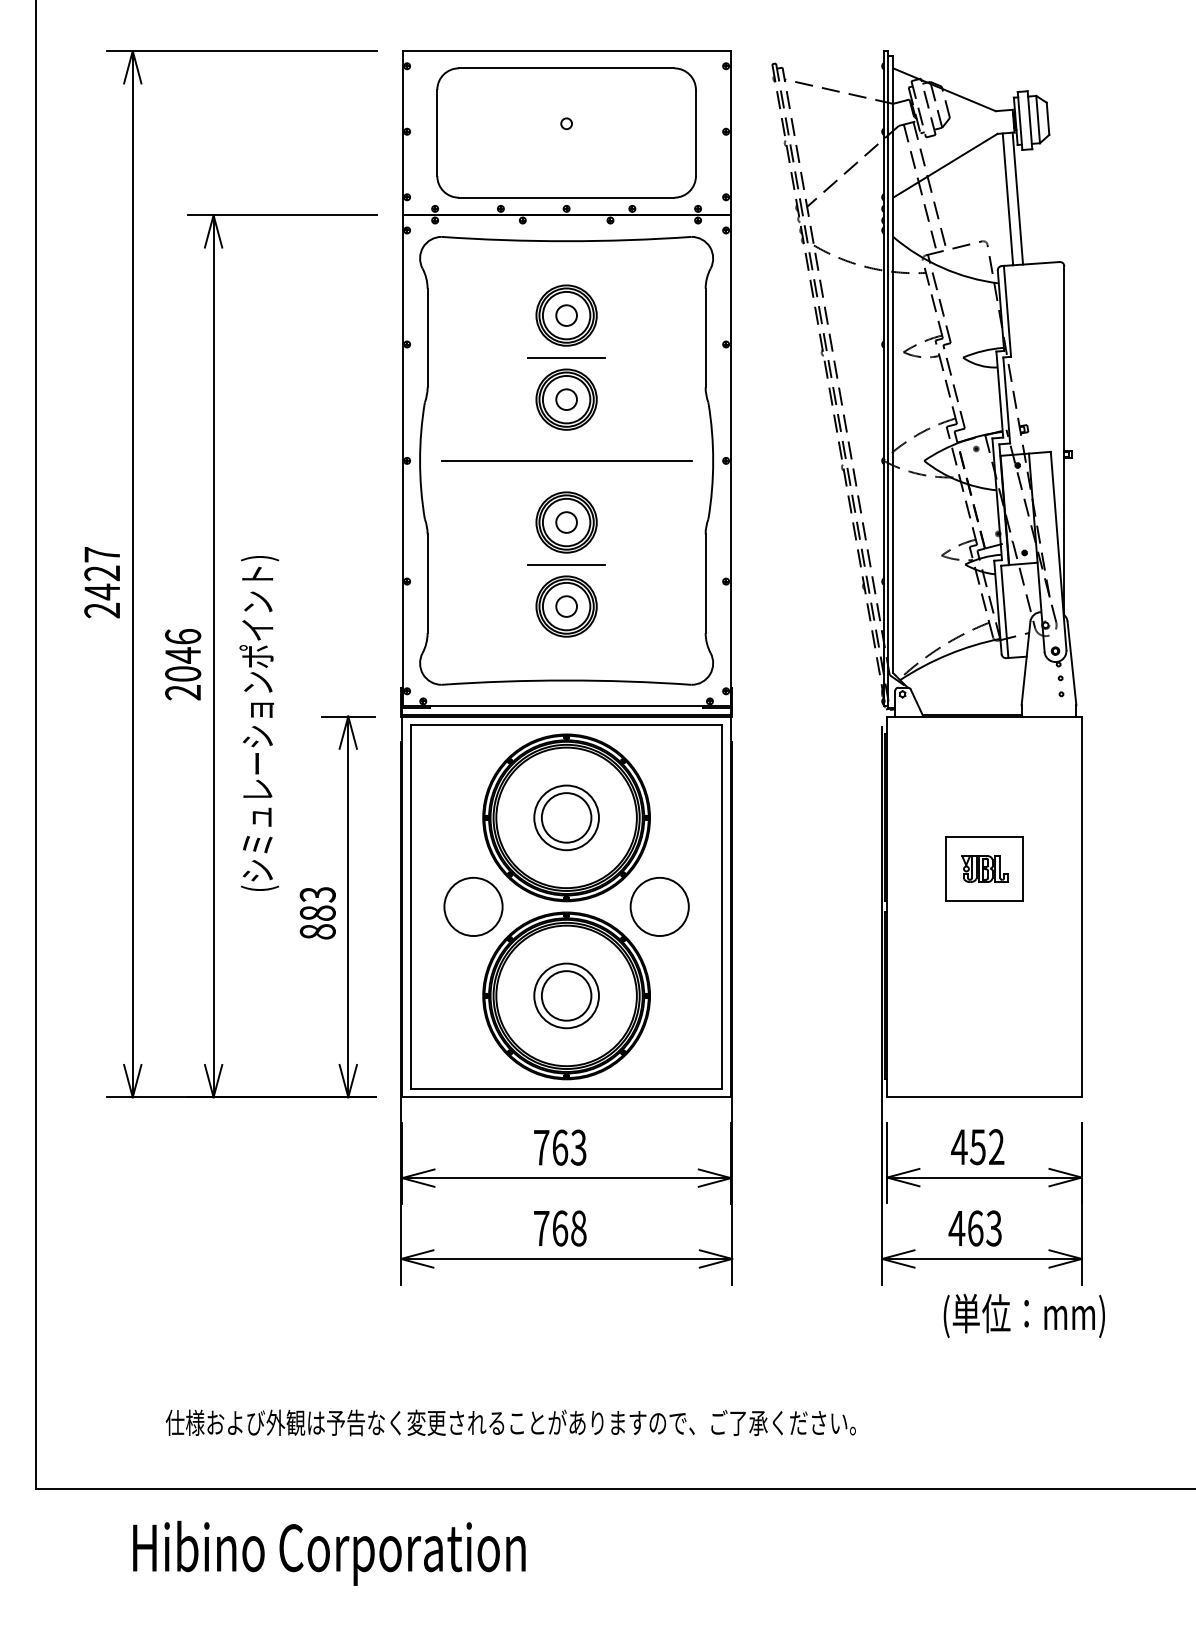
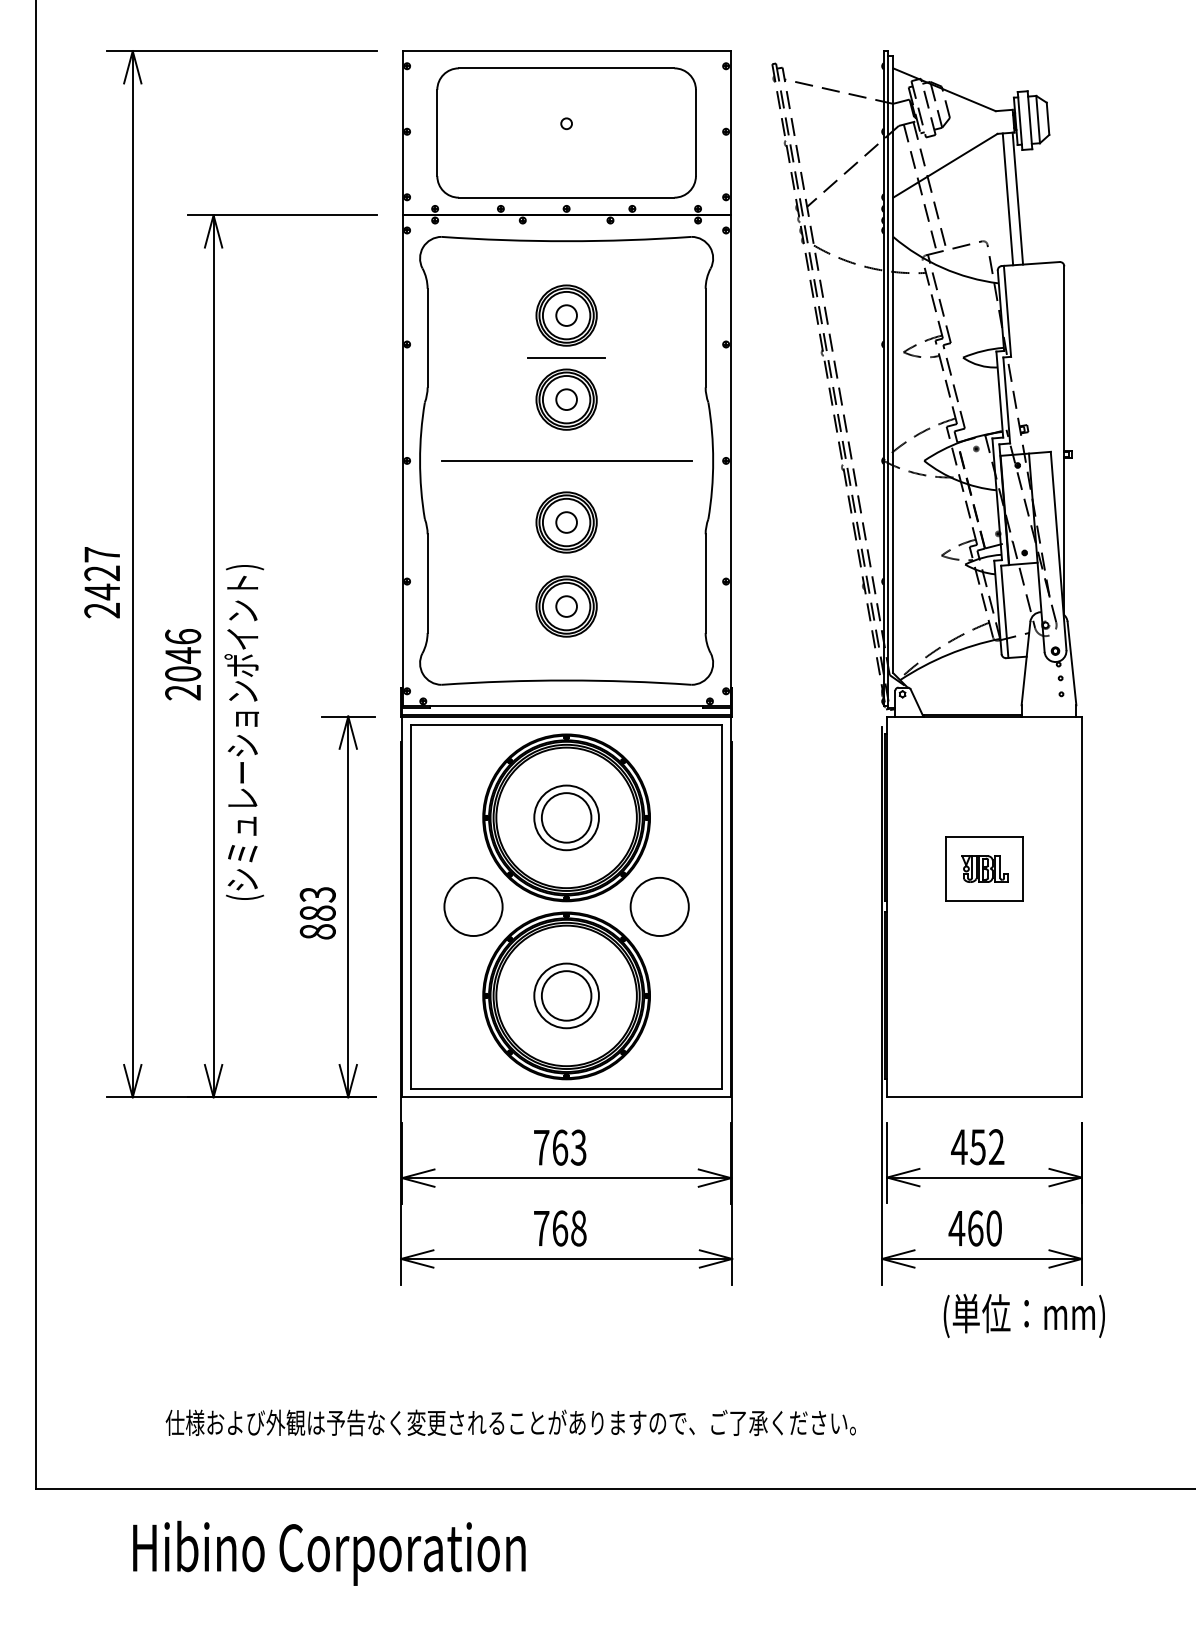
line at (566, 564): present -> none
text at (259, 723) position: (259, 723) -> (244, 732)
text at (993, 1228): 463 -> 460
